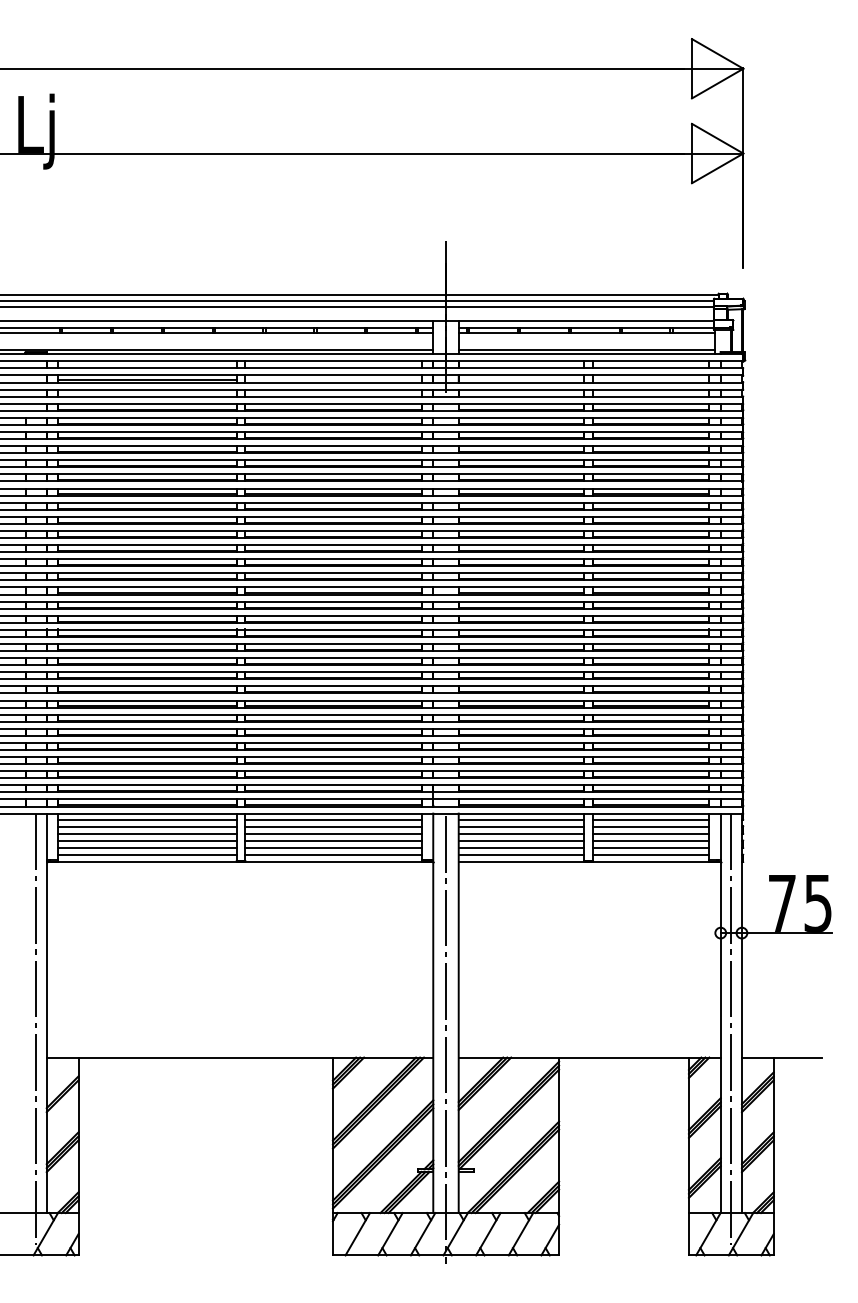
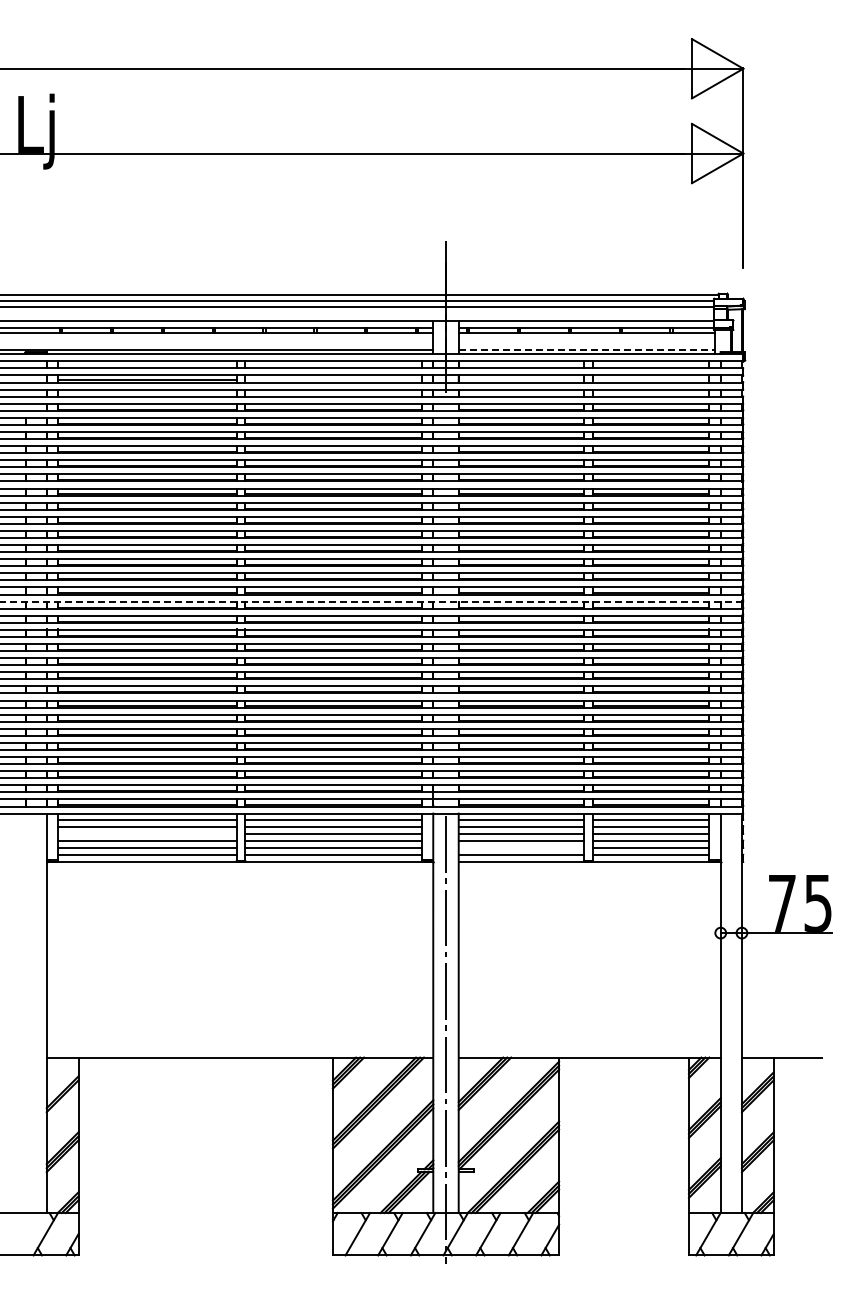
line at (586, 349): solid -> dashed
line at (371, 601): solid -> dashed
line at (147, 833): present -> none
line at (521, 847): present -> none
line at (36, 1028): present -> none
line at (731, 1028): present -> none
